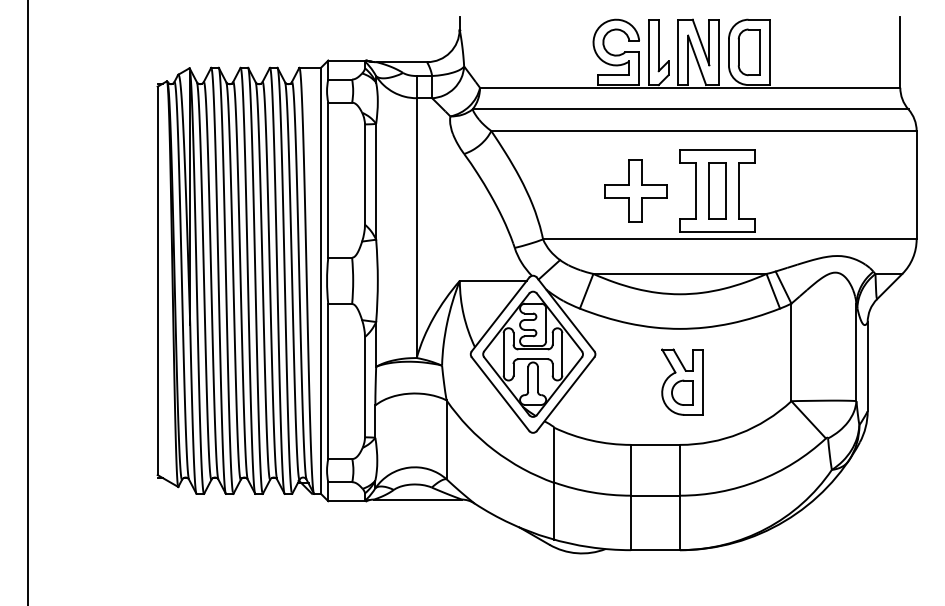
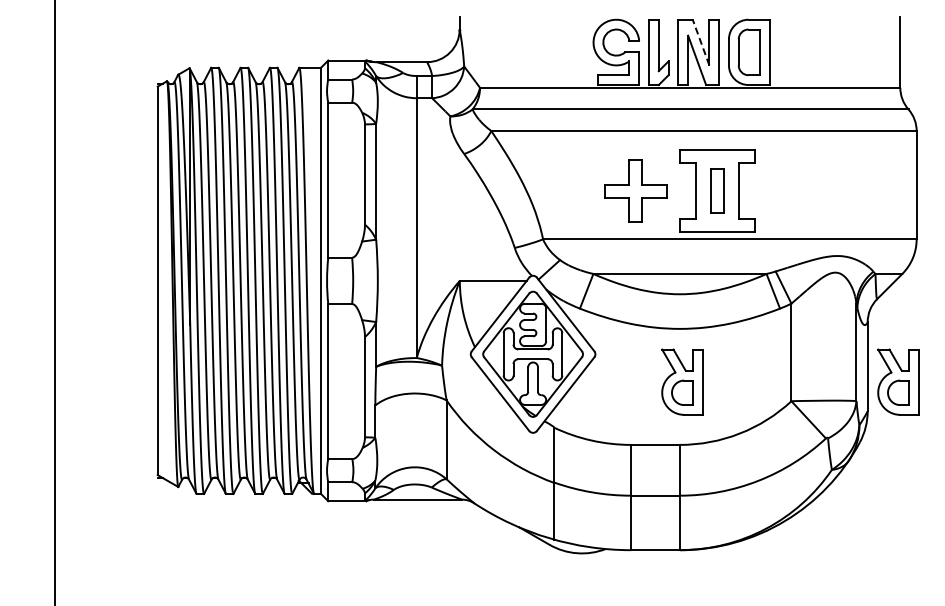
line at (700, 42): solid -> dashed
part at (717, 190) size: 19x58 px -> 15x46 px
line at (28, 302) position: (28, 302) -> (55, 302)
part at (898, 381): none -> present
